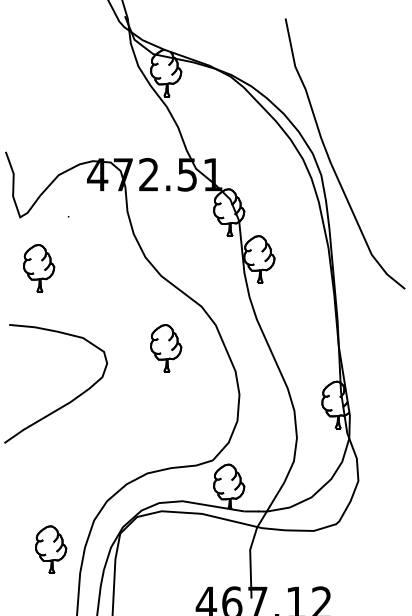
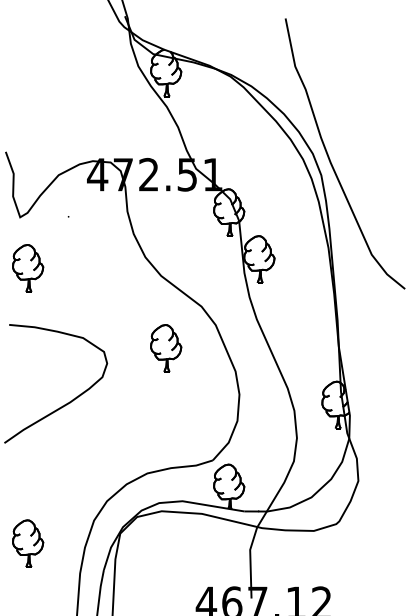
part at (39, 268) position: (39, 268) -> (28, 268)
part at (51, 549) position: (51, 549) -> (28, 543)
